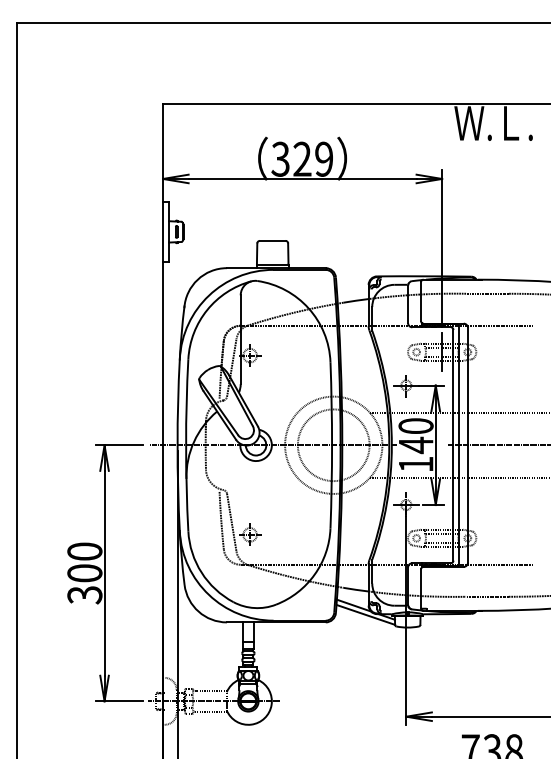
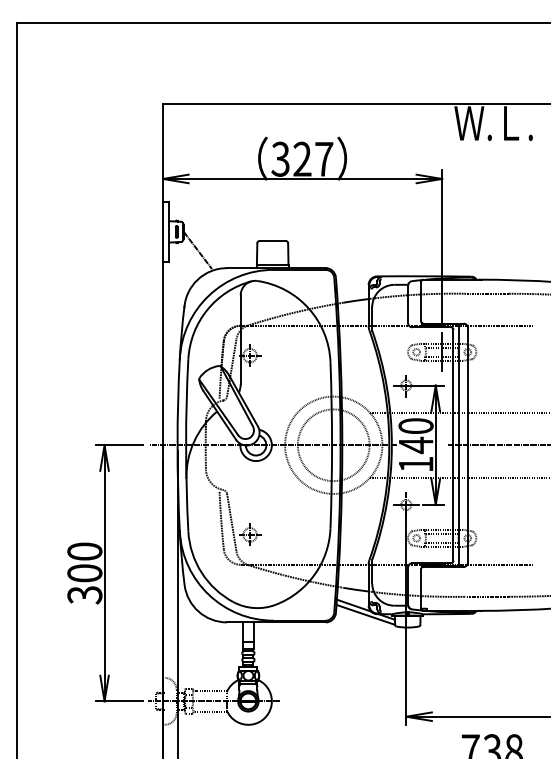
text at (324, 158): 329 -> 327
line at (197, 250): none -> present
